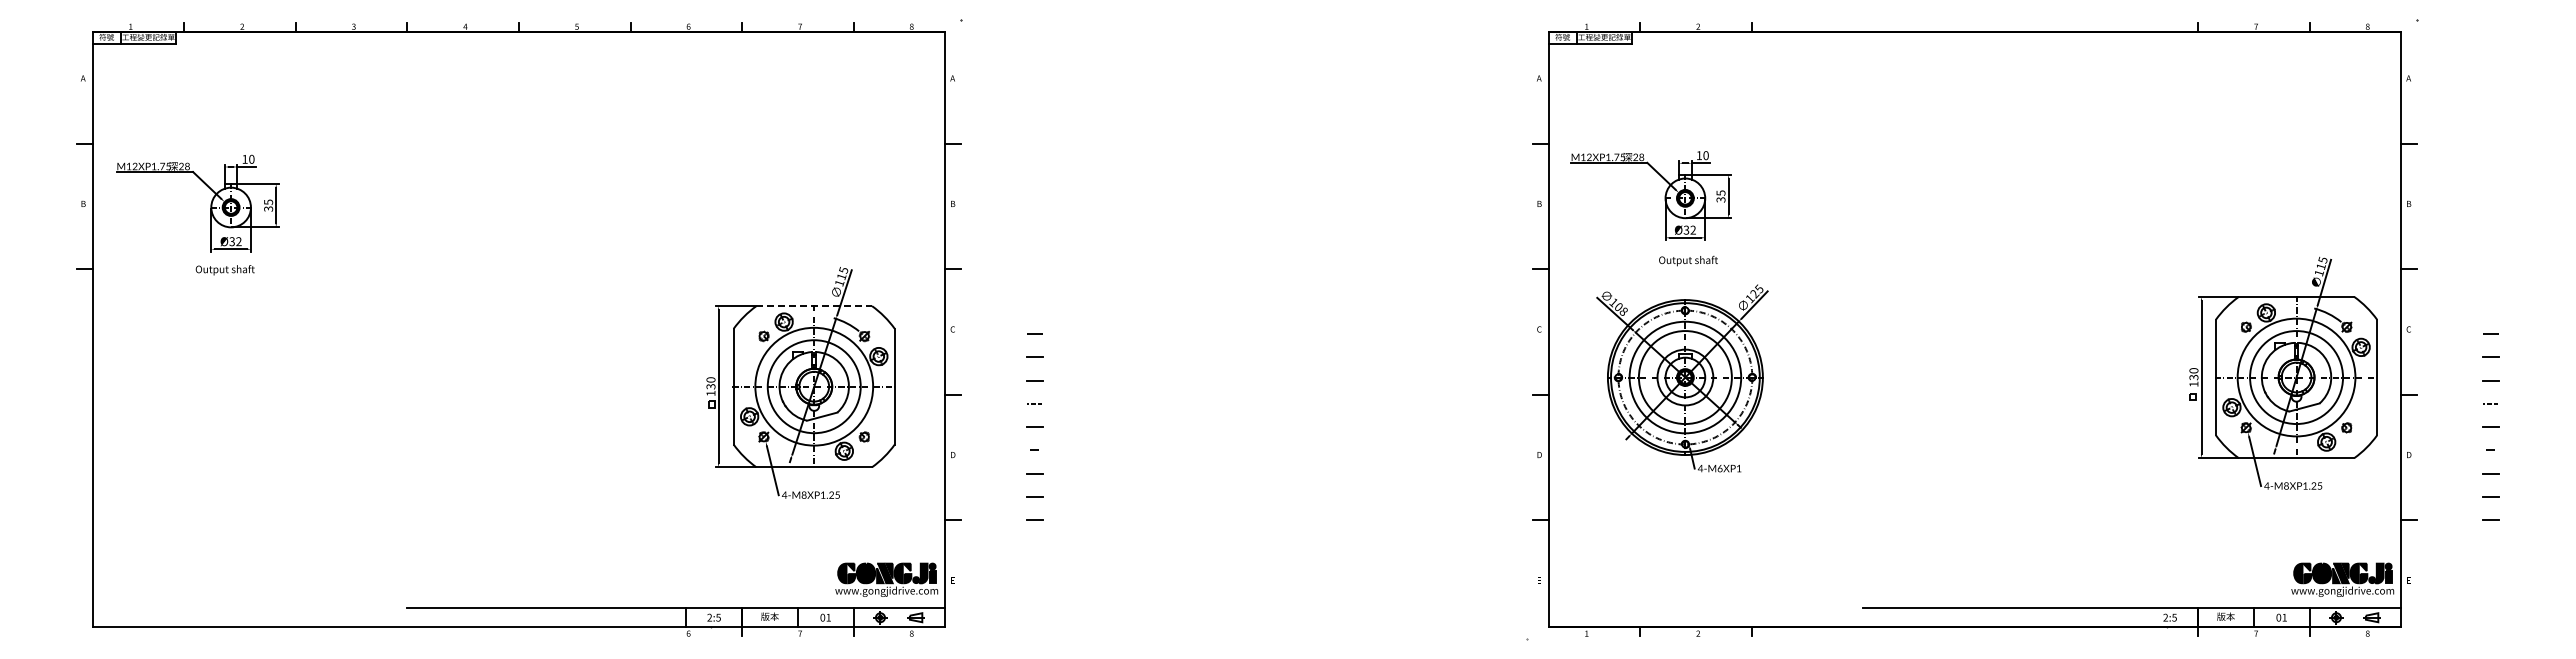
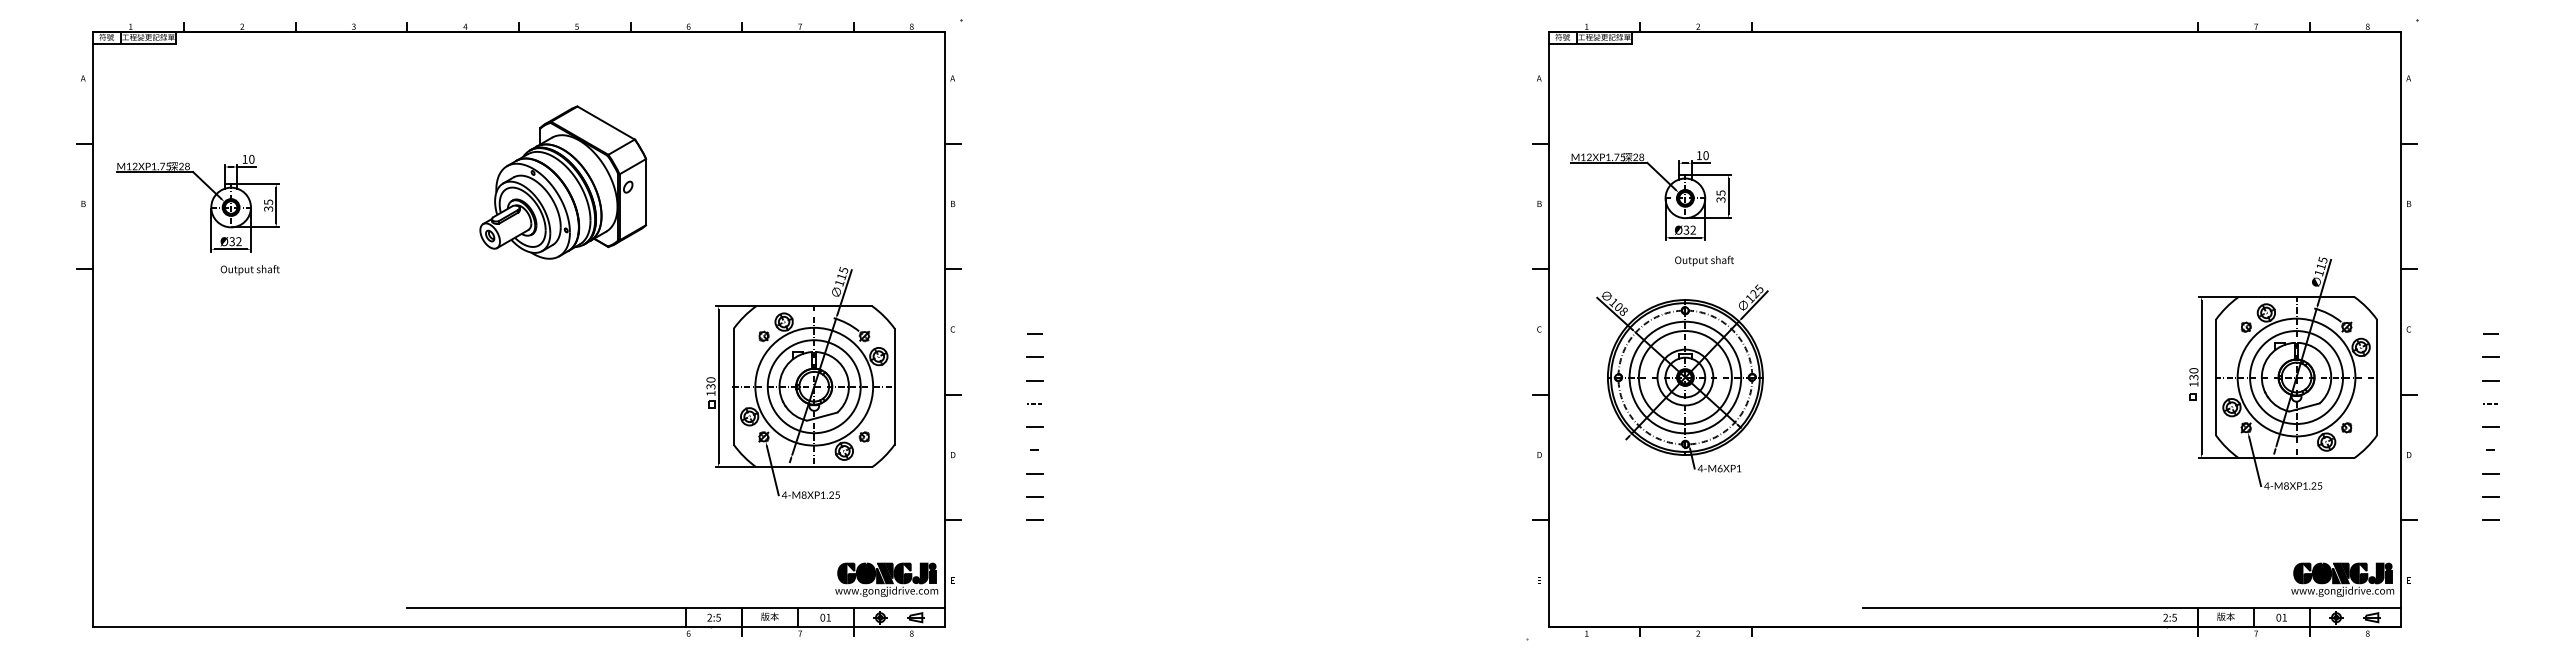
part at (563, 182): none -> present
text at (1688, 260) position: (1688, 260) -> (1704, 260)
text at (224, 270) position: (224, 270) -> (249, 270)
line at (814, 306): dashed -> solid
